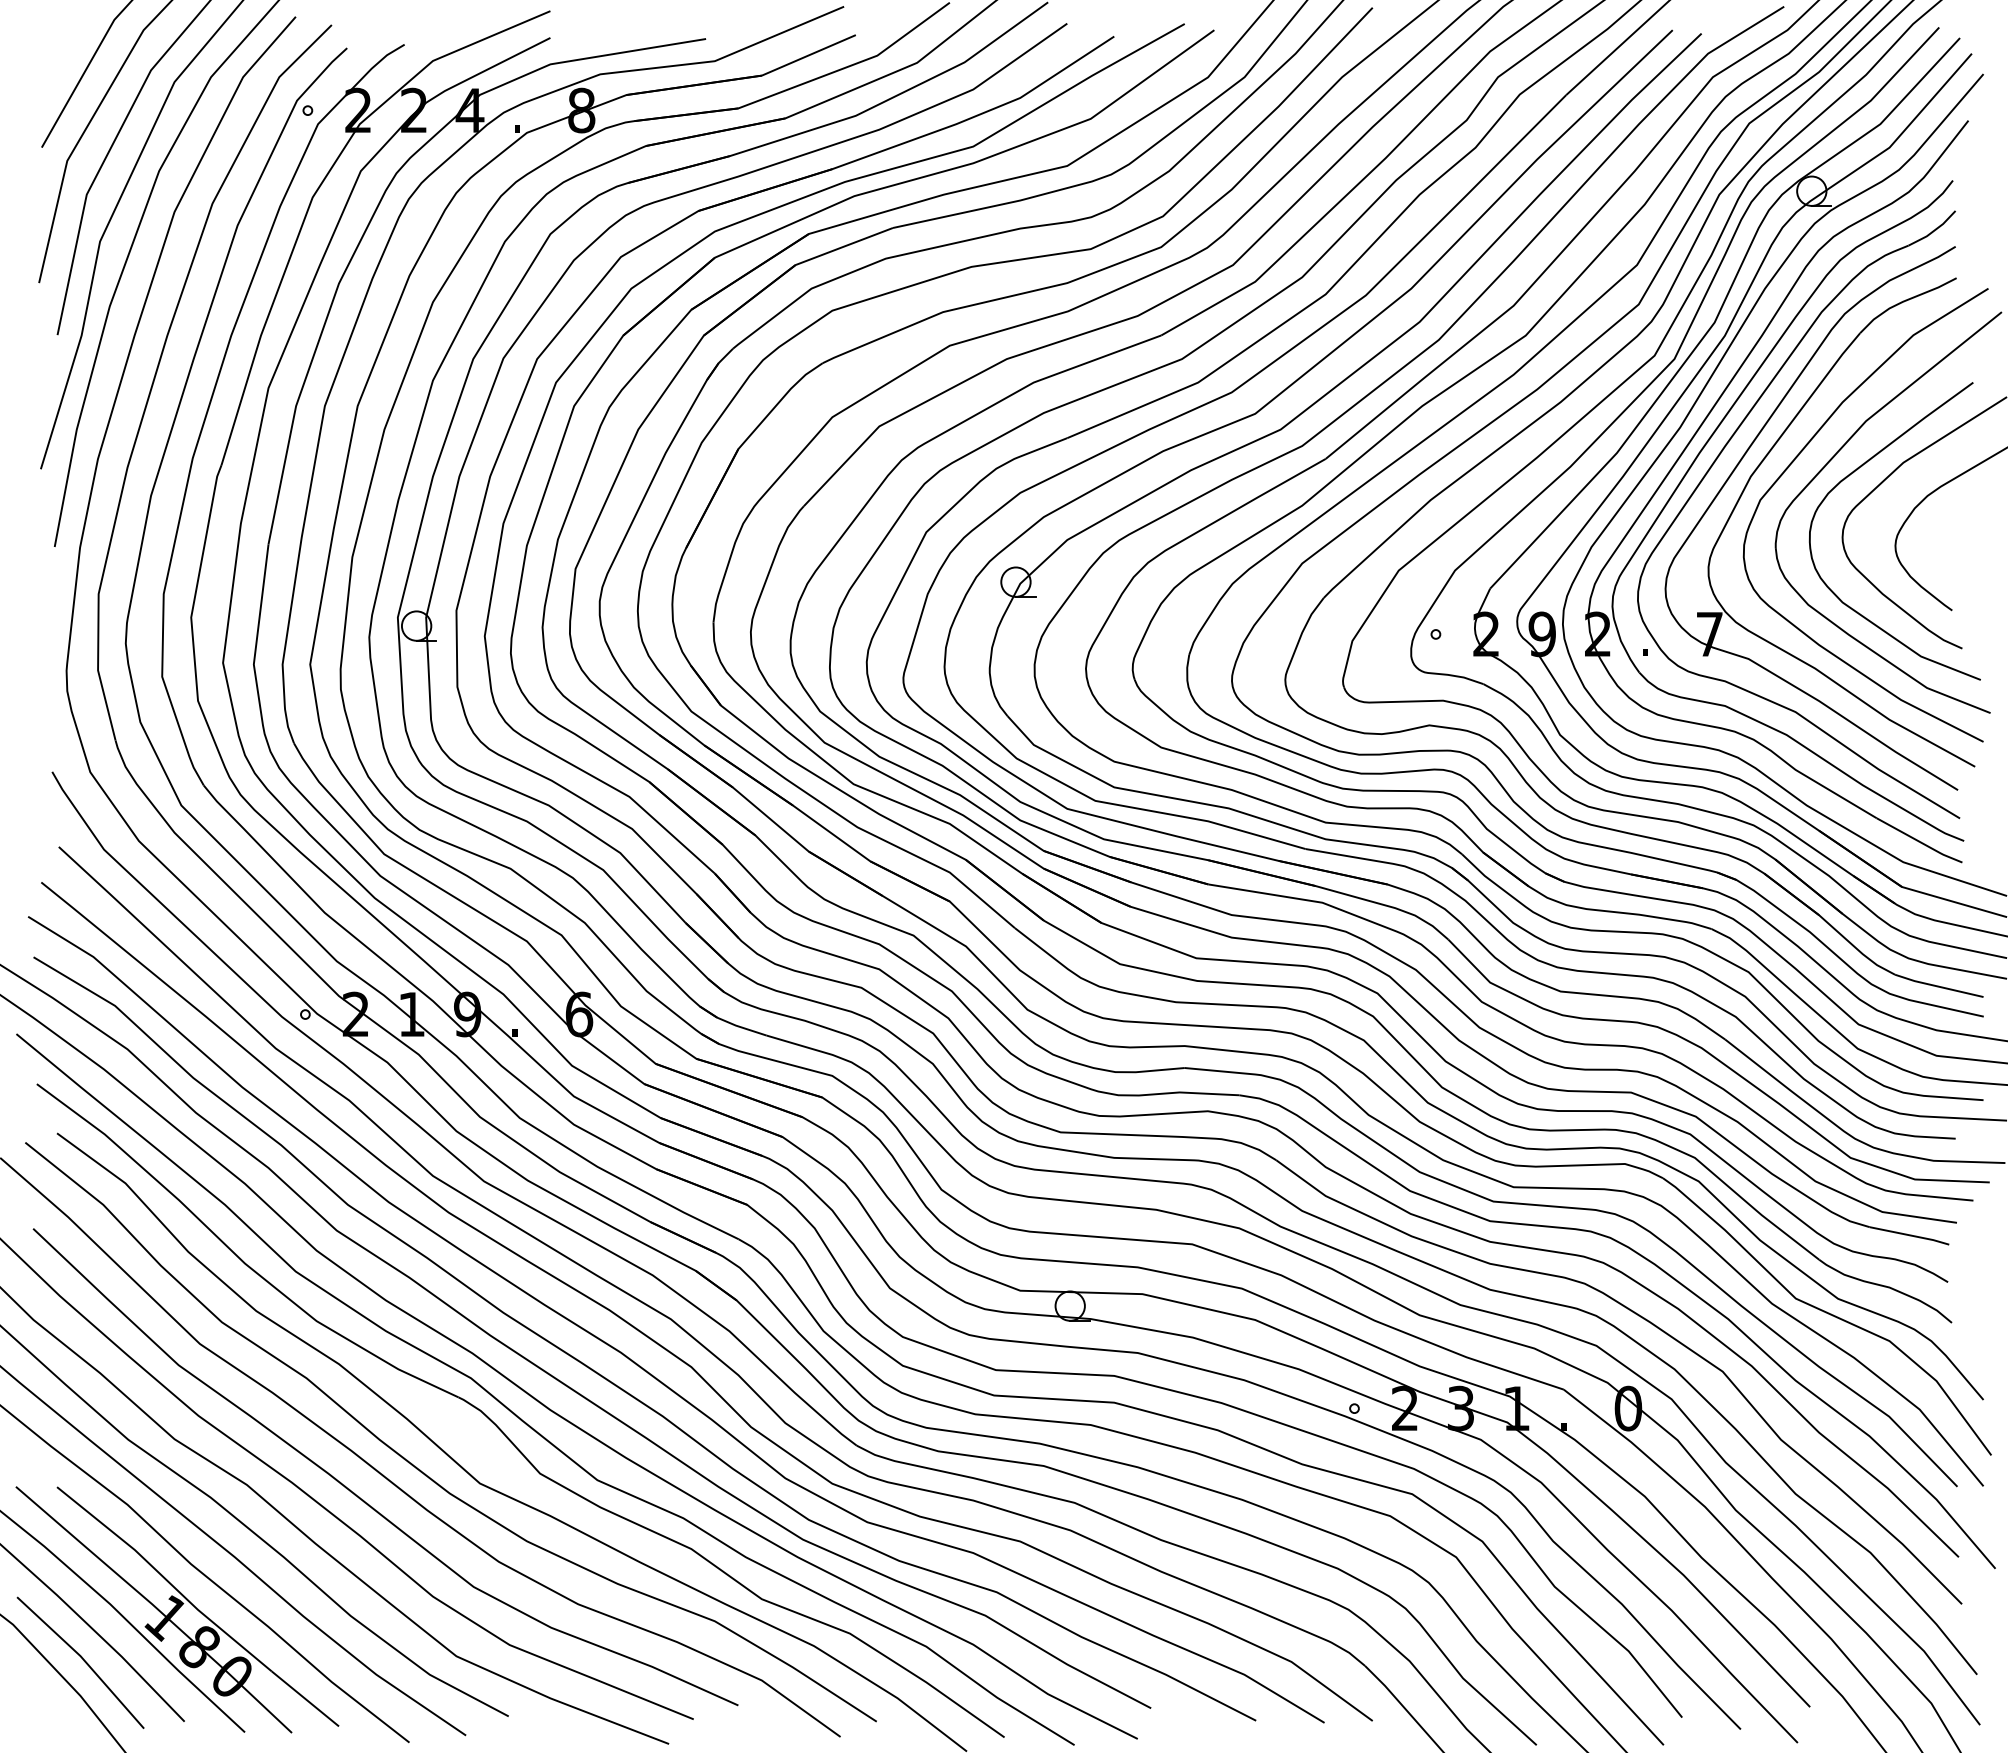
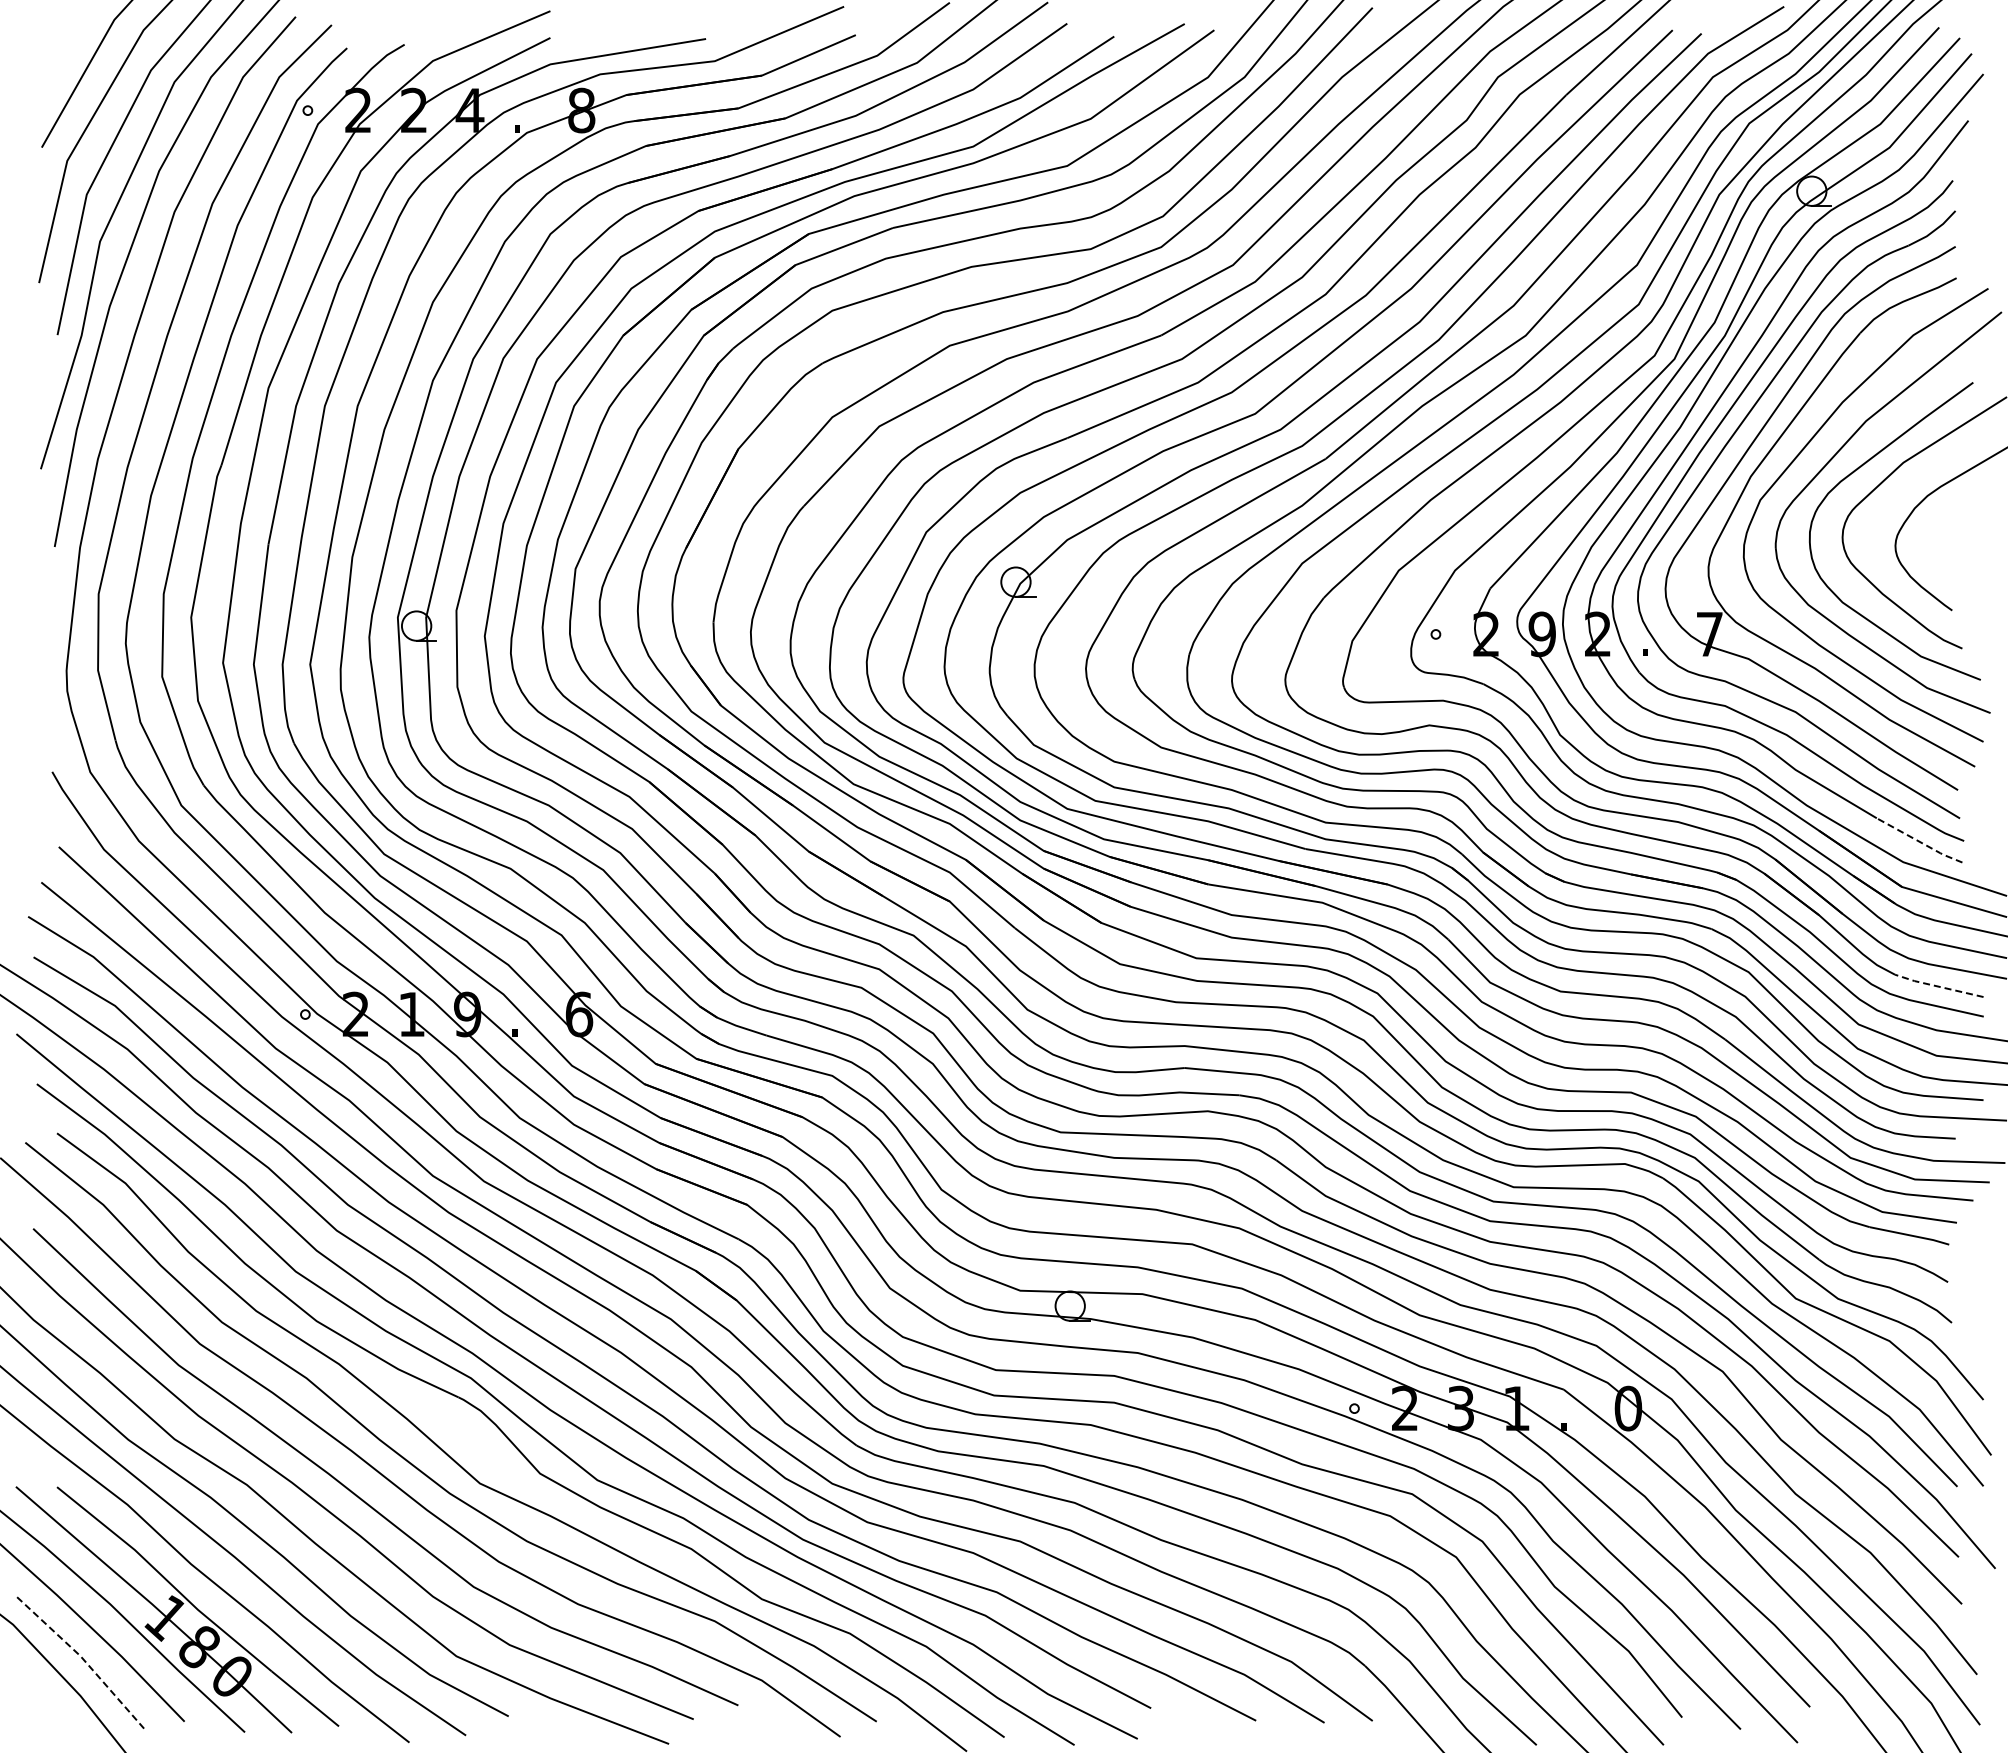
line at (1920, 842): solid -> dashed
line at (1937, 986): solid -> dashed
line at (83, 1659): solid -> dashed
